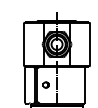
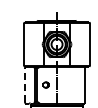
line at (24, 85): solid -> dashed
